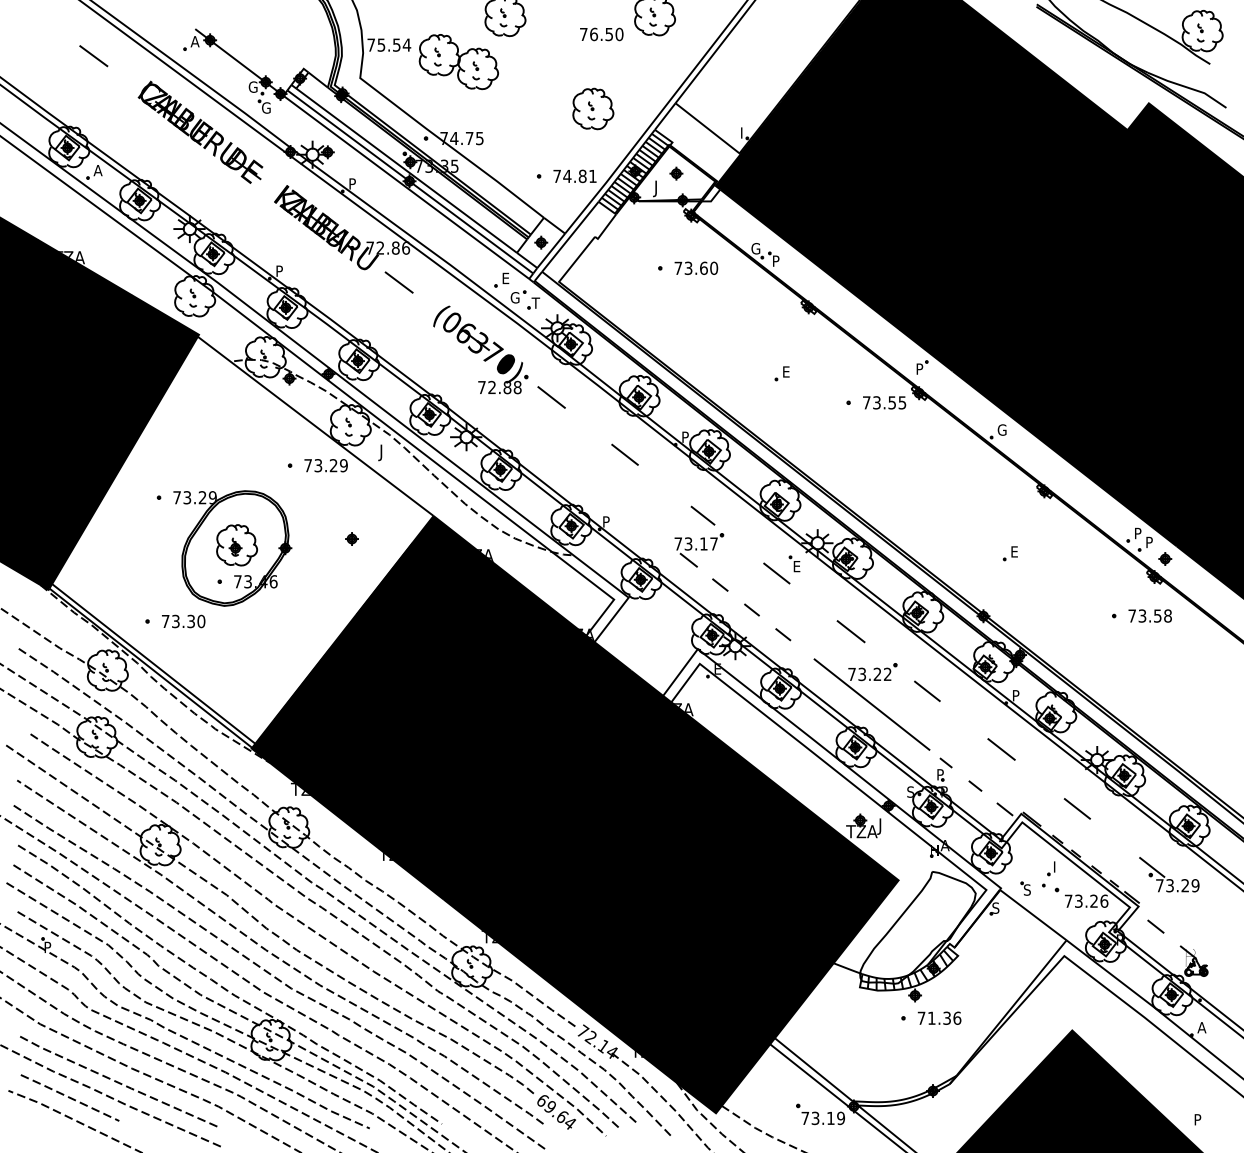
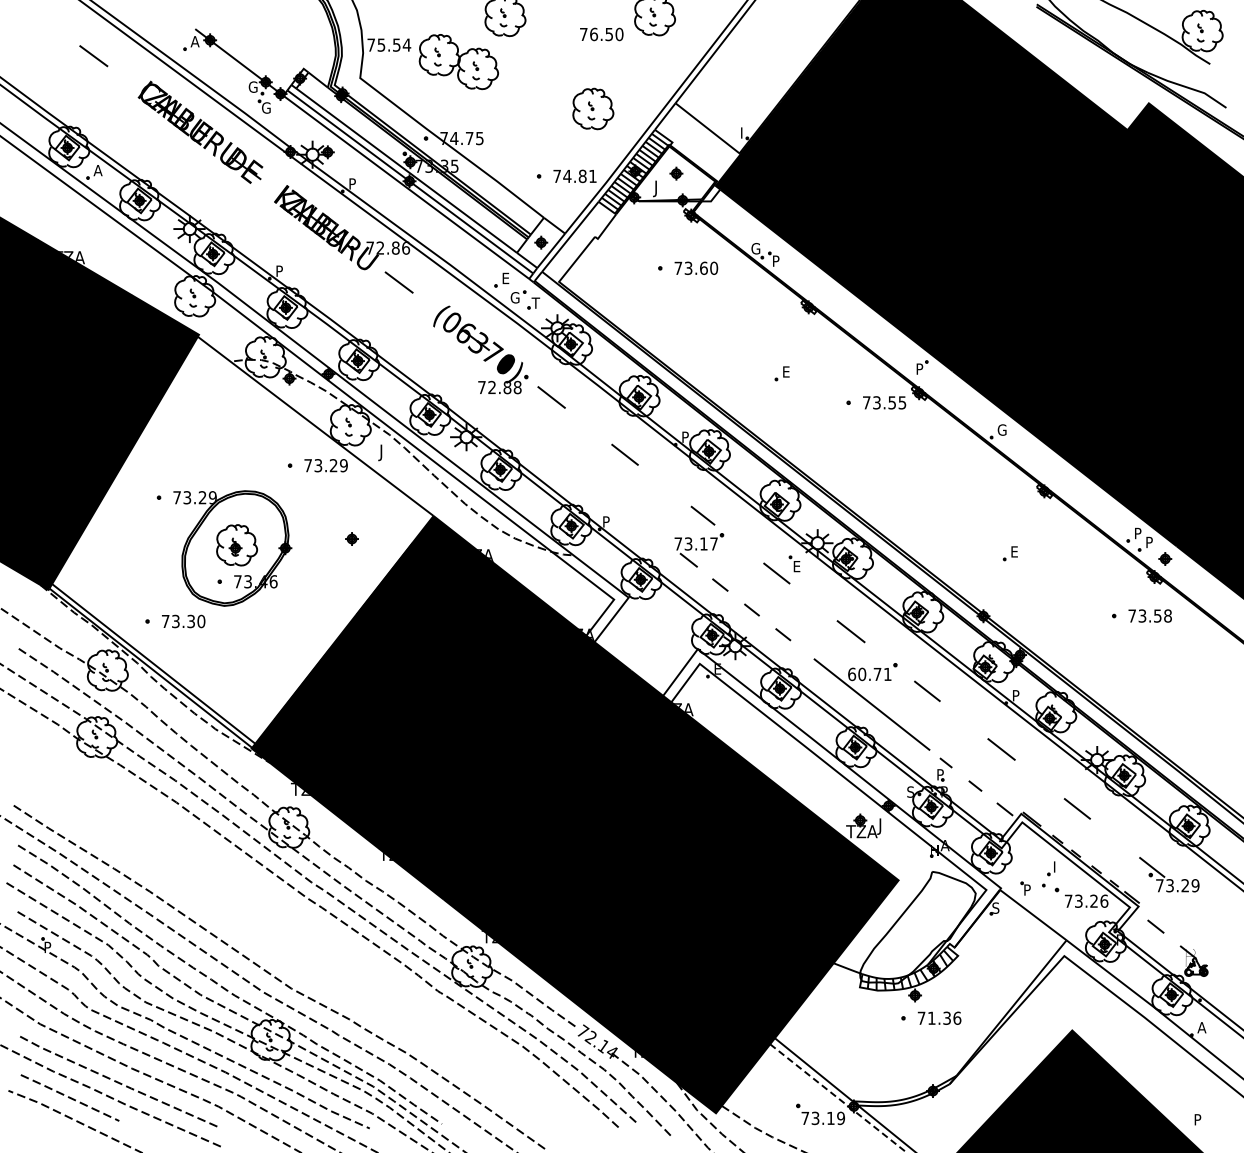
text at (869, 674): 73.22 -> 60.71
text at (1026, 889): S -> P
part at (306, 934): present -> none
line at (838, 1098): solid -> dashed
